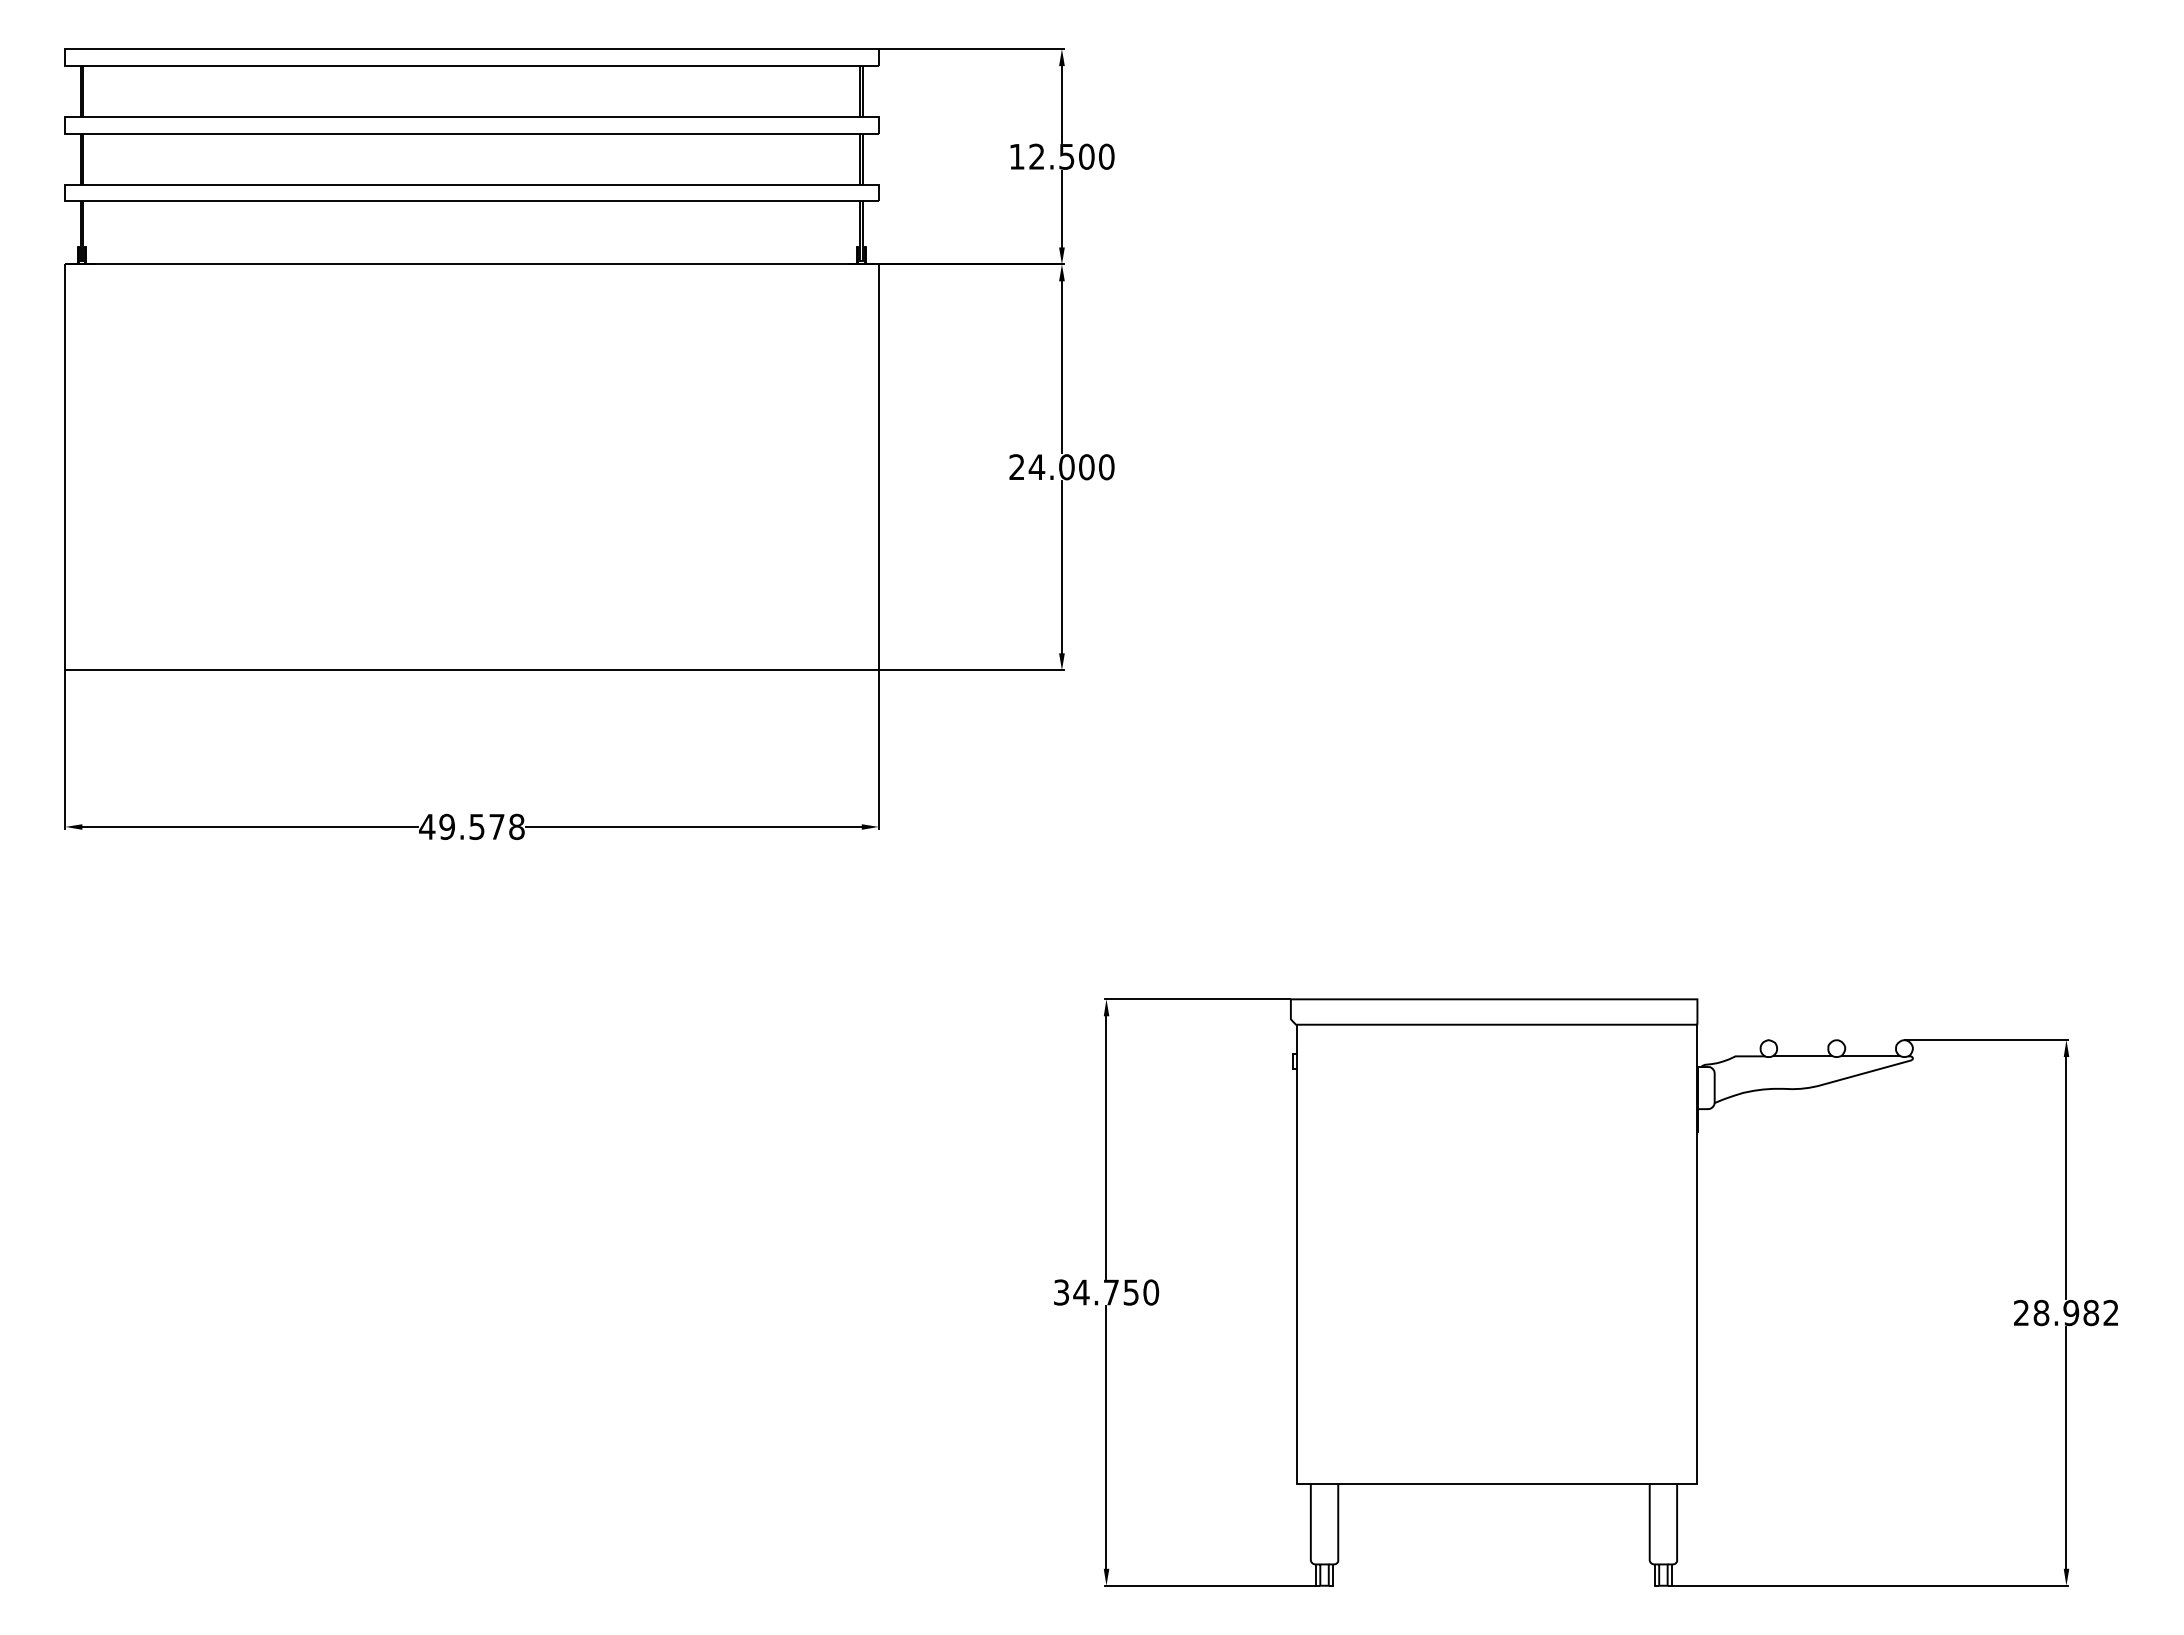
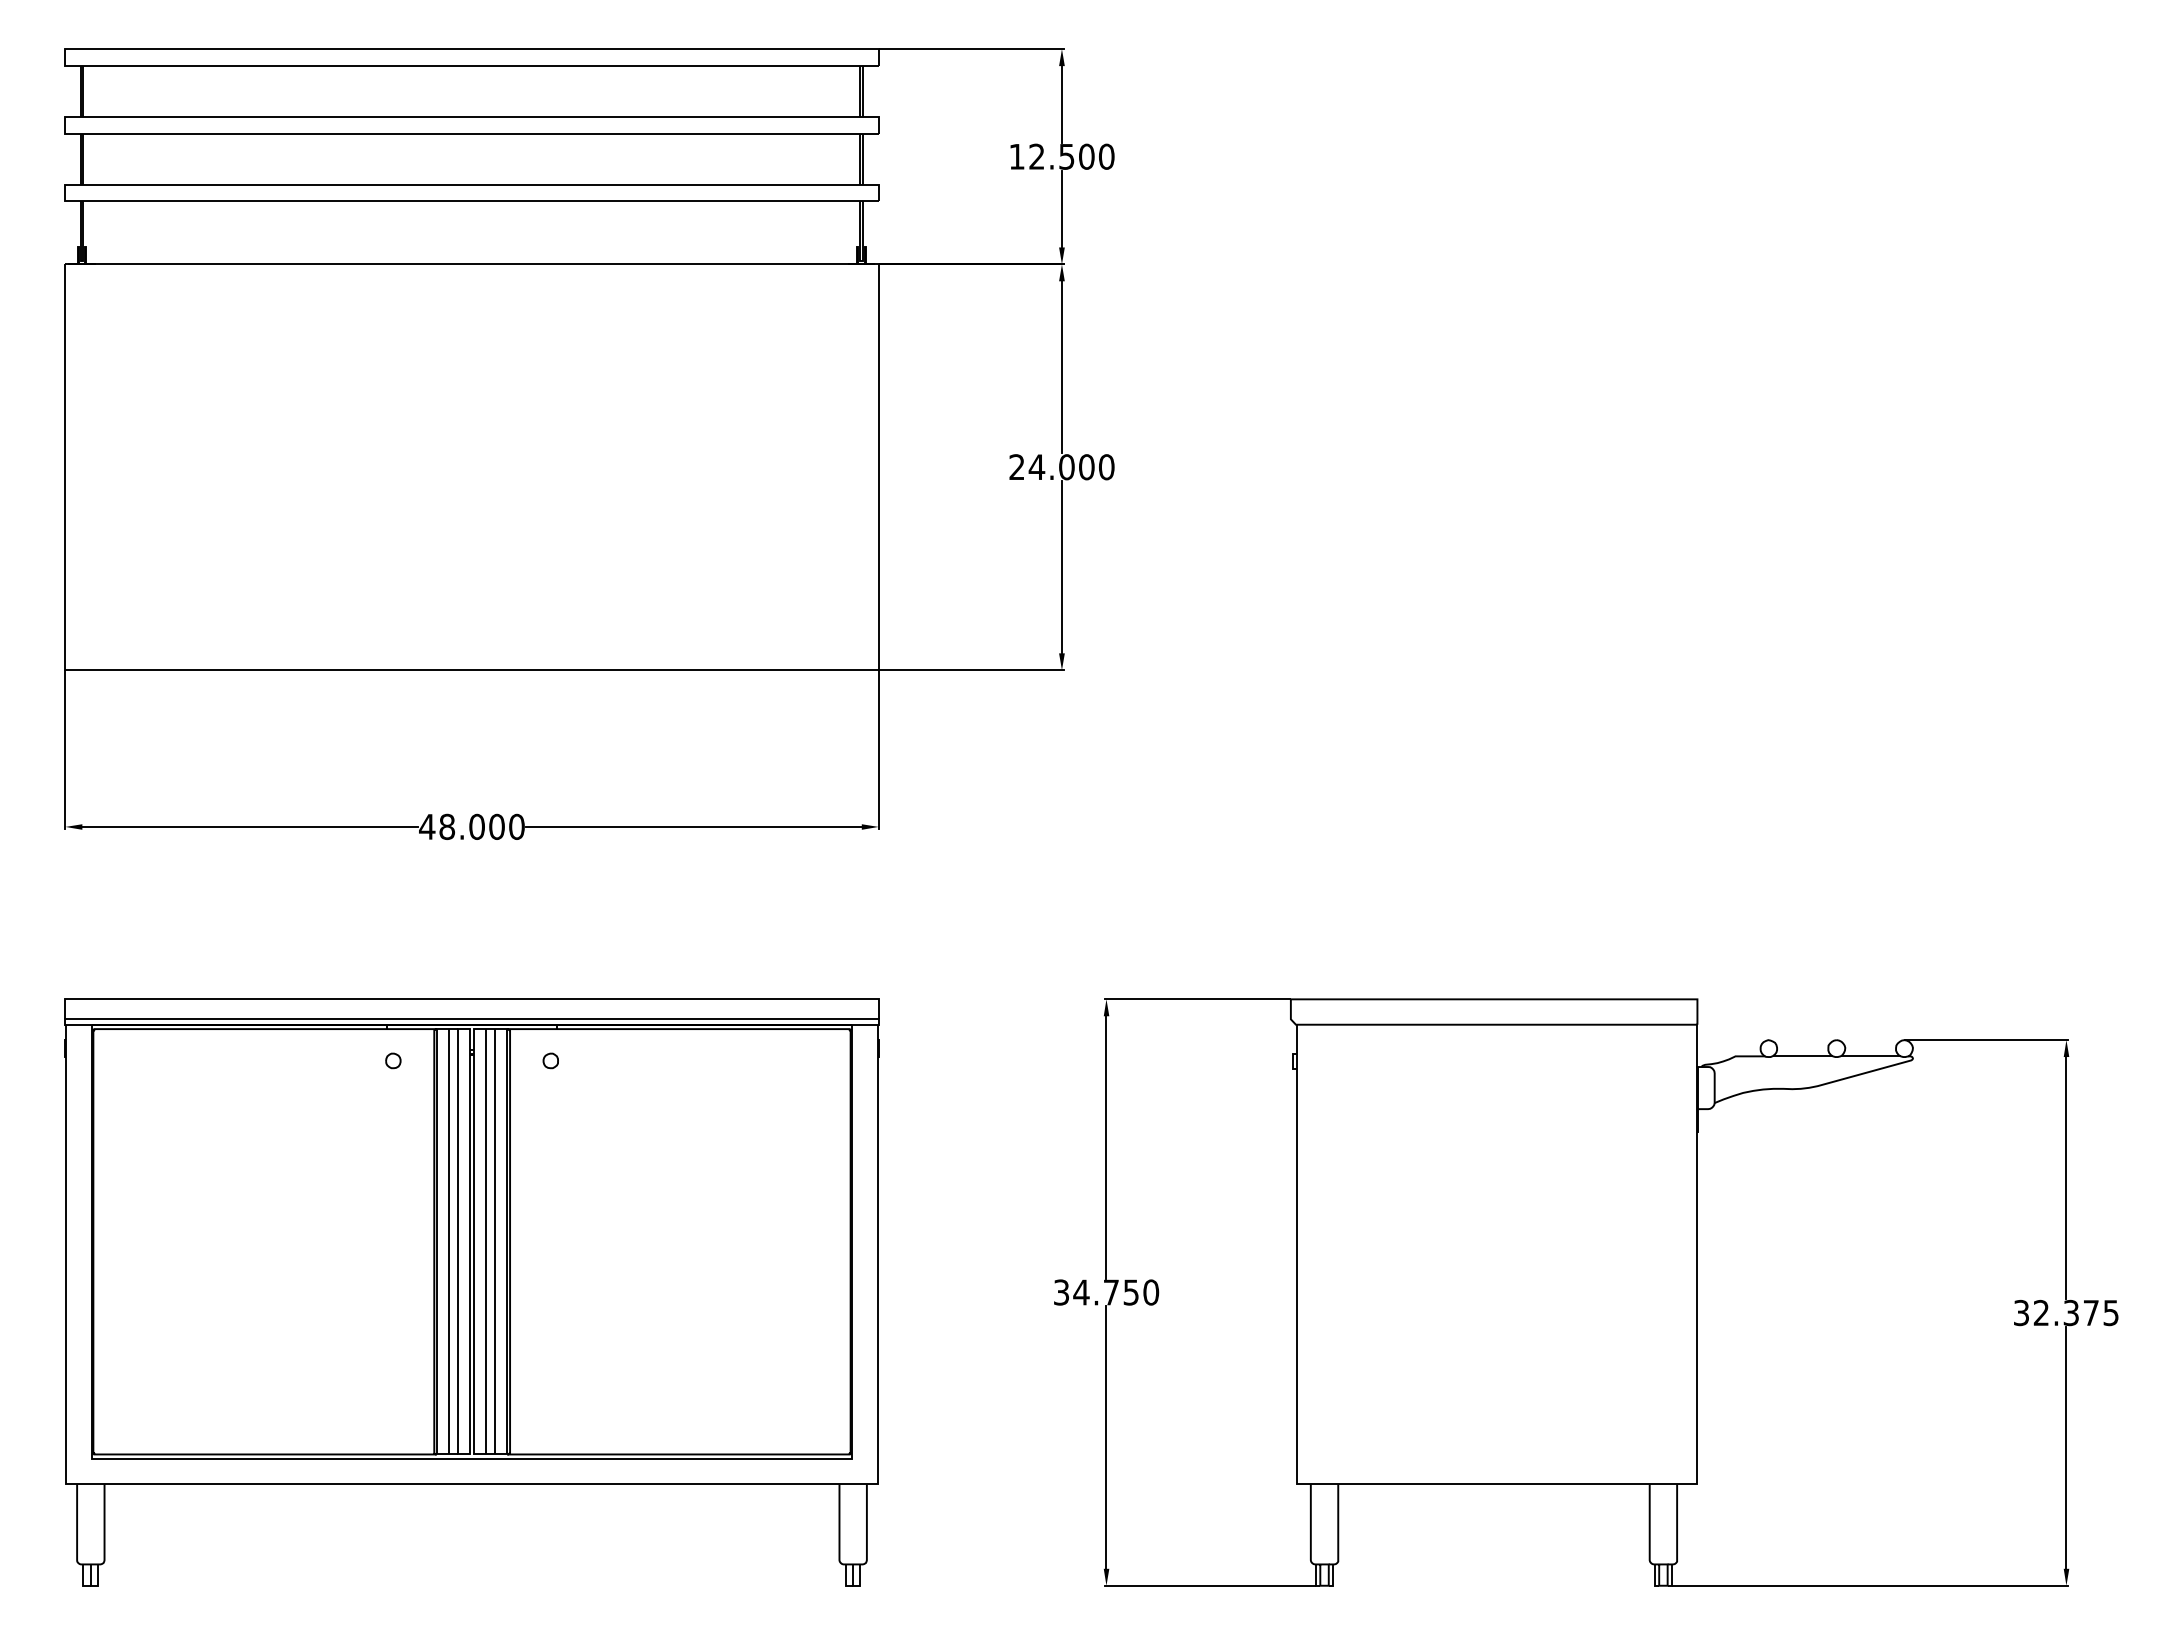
text at (481, 826): 49.578 -> 48.000
part at (471, 1292): none -> present
text at (2066, 1312): 28.982 -> 32.375
